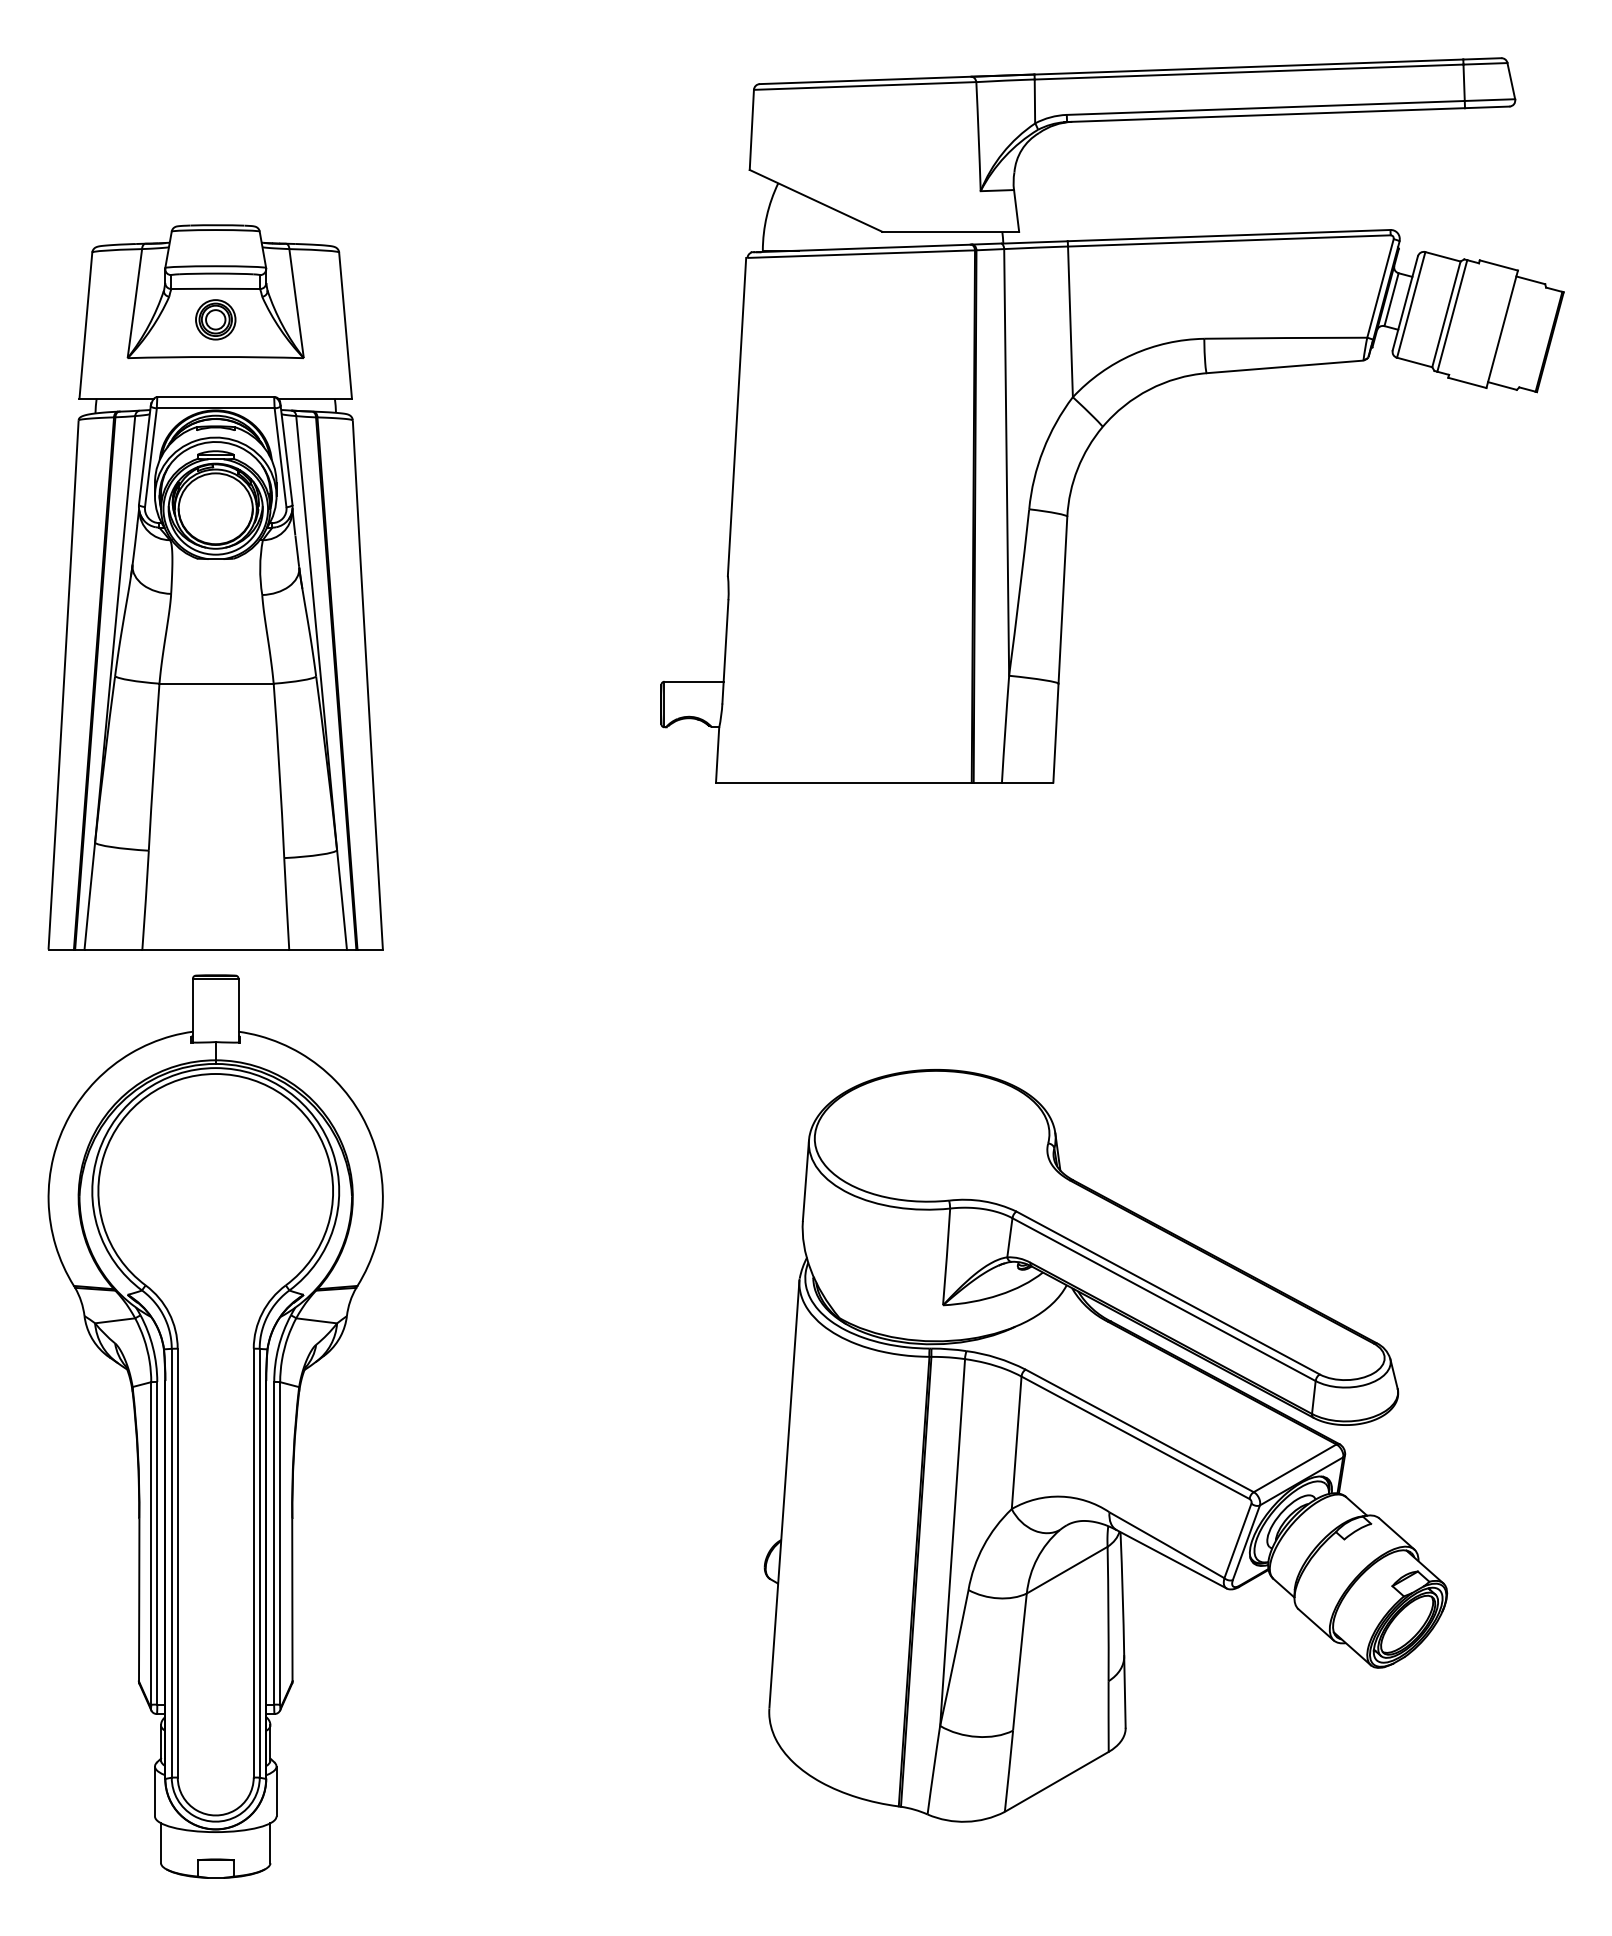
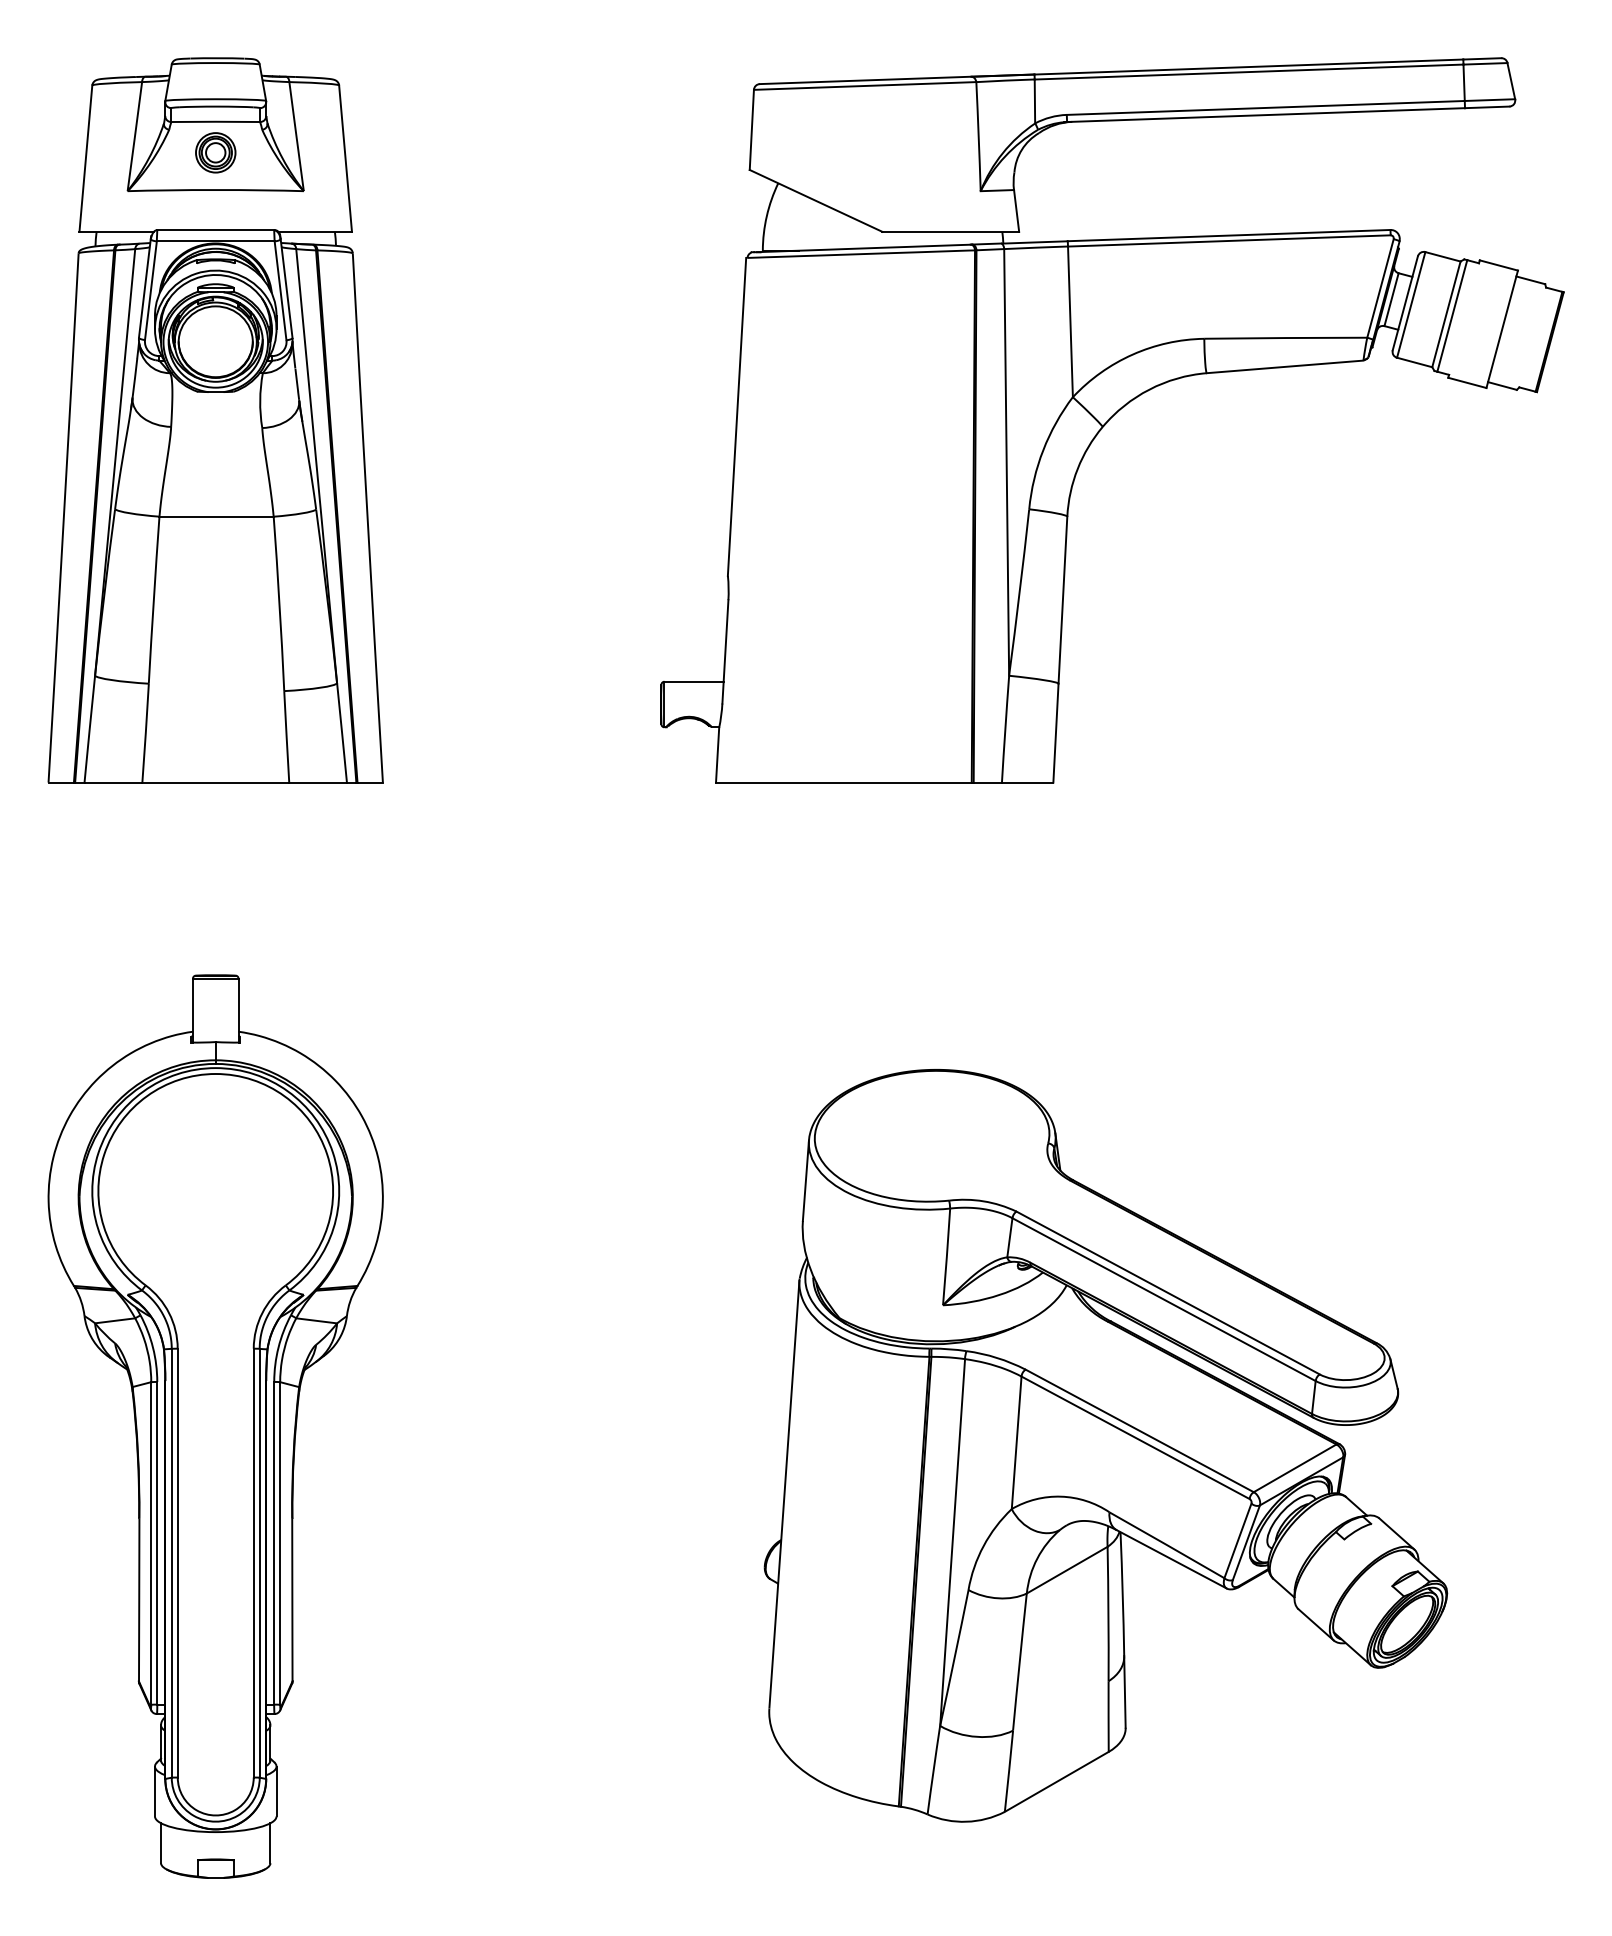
part at (215, 587) position: (215, 587) -> (215, 420)
